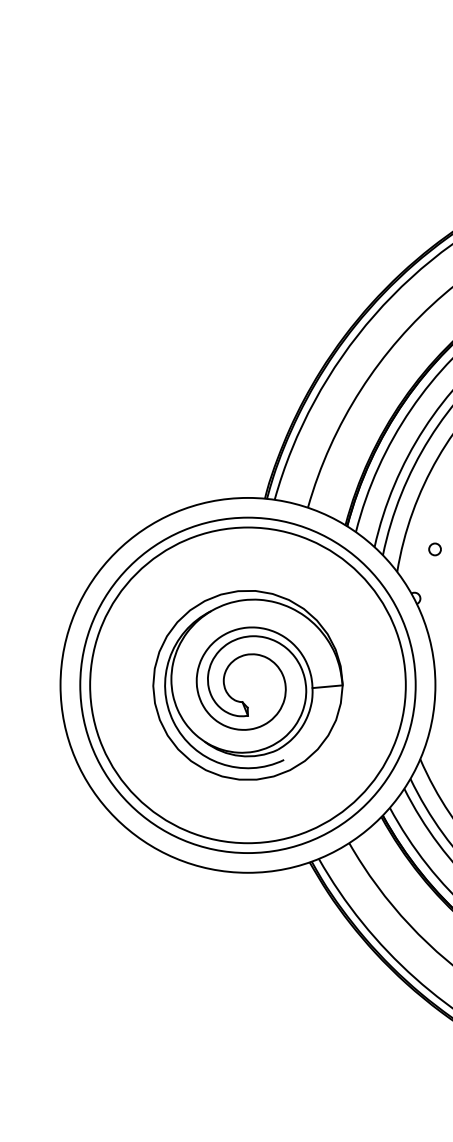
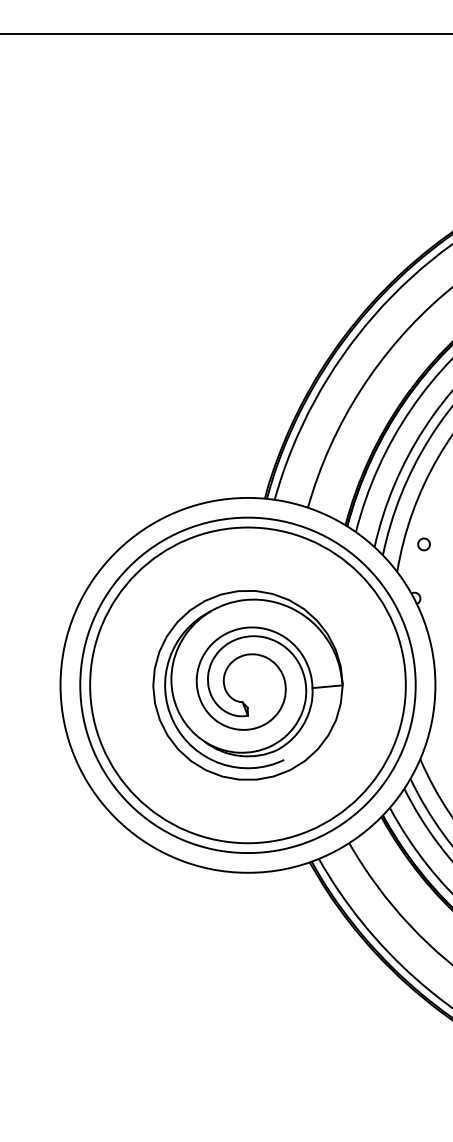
line at (225, 34): none -> present
circle at (434, 549) position: (434, 549) -> (423, 544)
